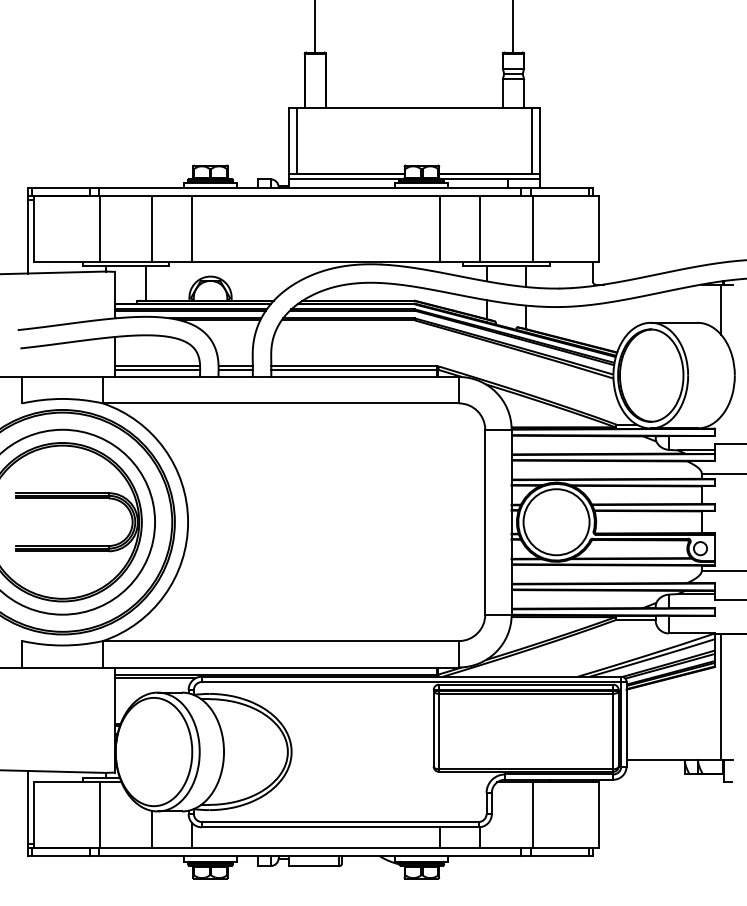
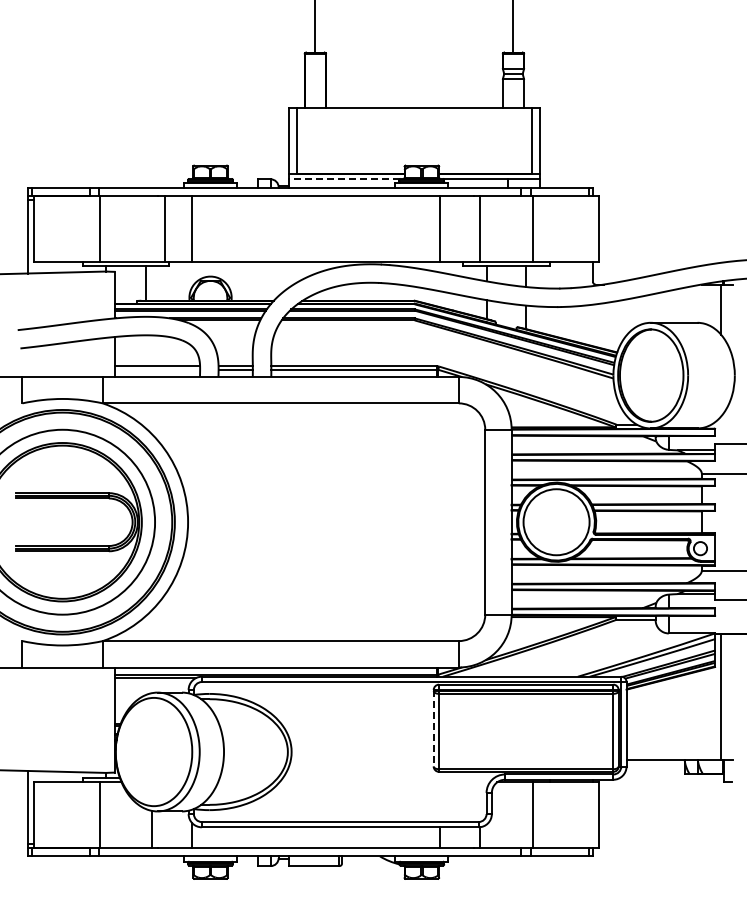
line at (343, 179): solid -> dashed
line at (152, 229) position: (152, 229) -> (165, 229)
line at (157, 369): present -> none
line at (433, 728): solid -> dashed
